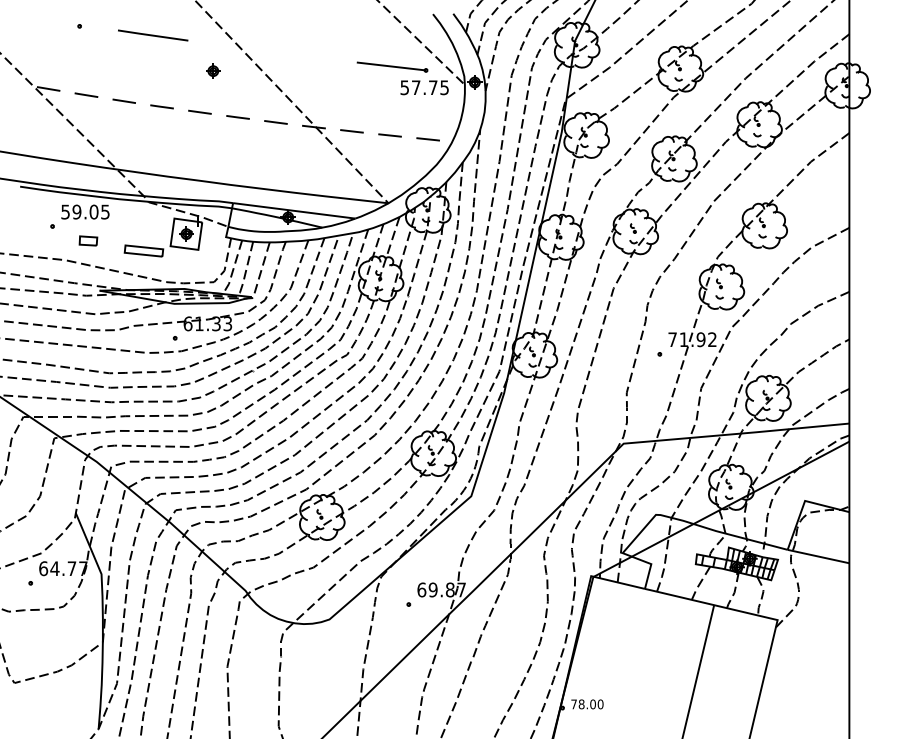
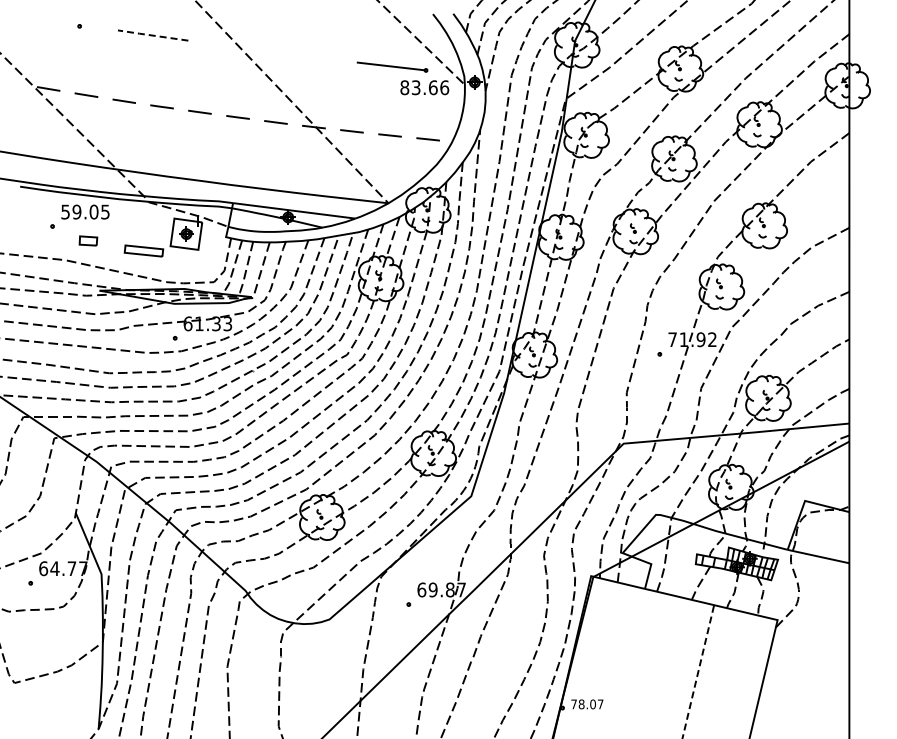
line at (152, 35): solid -> dashed
part at (213, 70): present -> none
text at (424, 87): 57.75 -> 83.66
line at (698, 671): solid -> dashed
text at (600, 704): 78.00 -> 78.07
